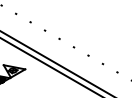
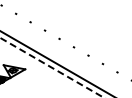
line at (51, 67): solid -> dashed
